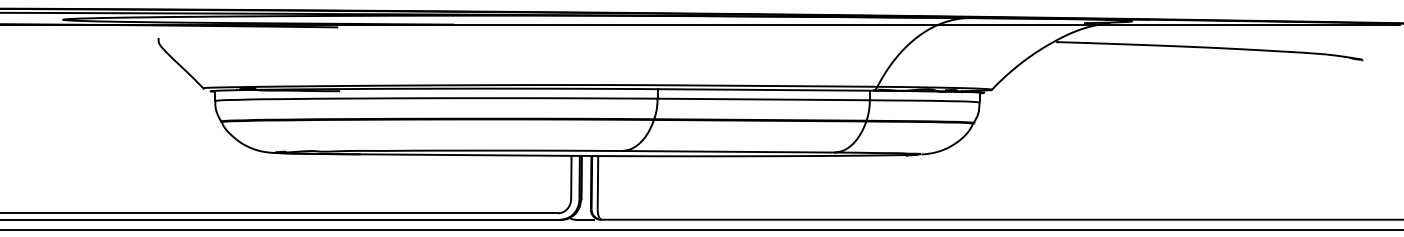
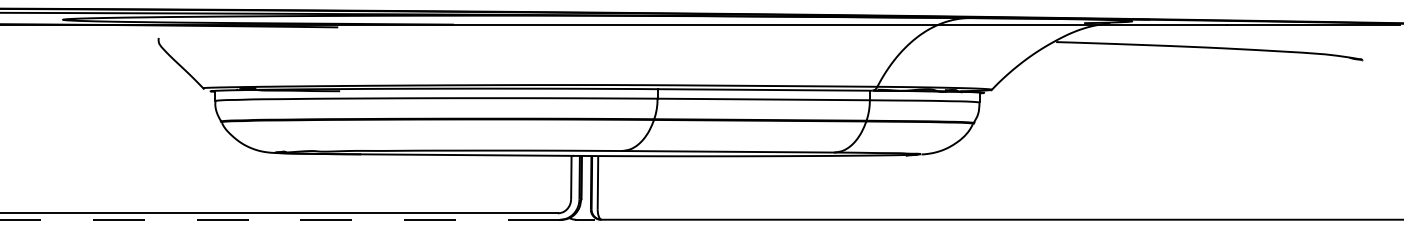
line at (280, 219): solid -> dashed
line at (701, 229): present -> none
